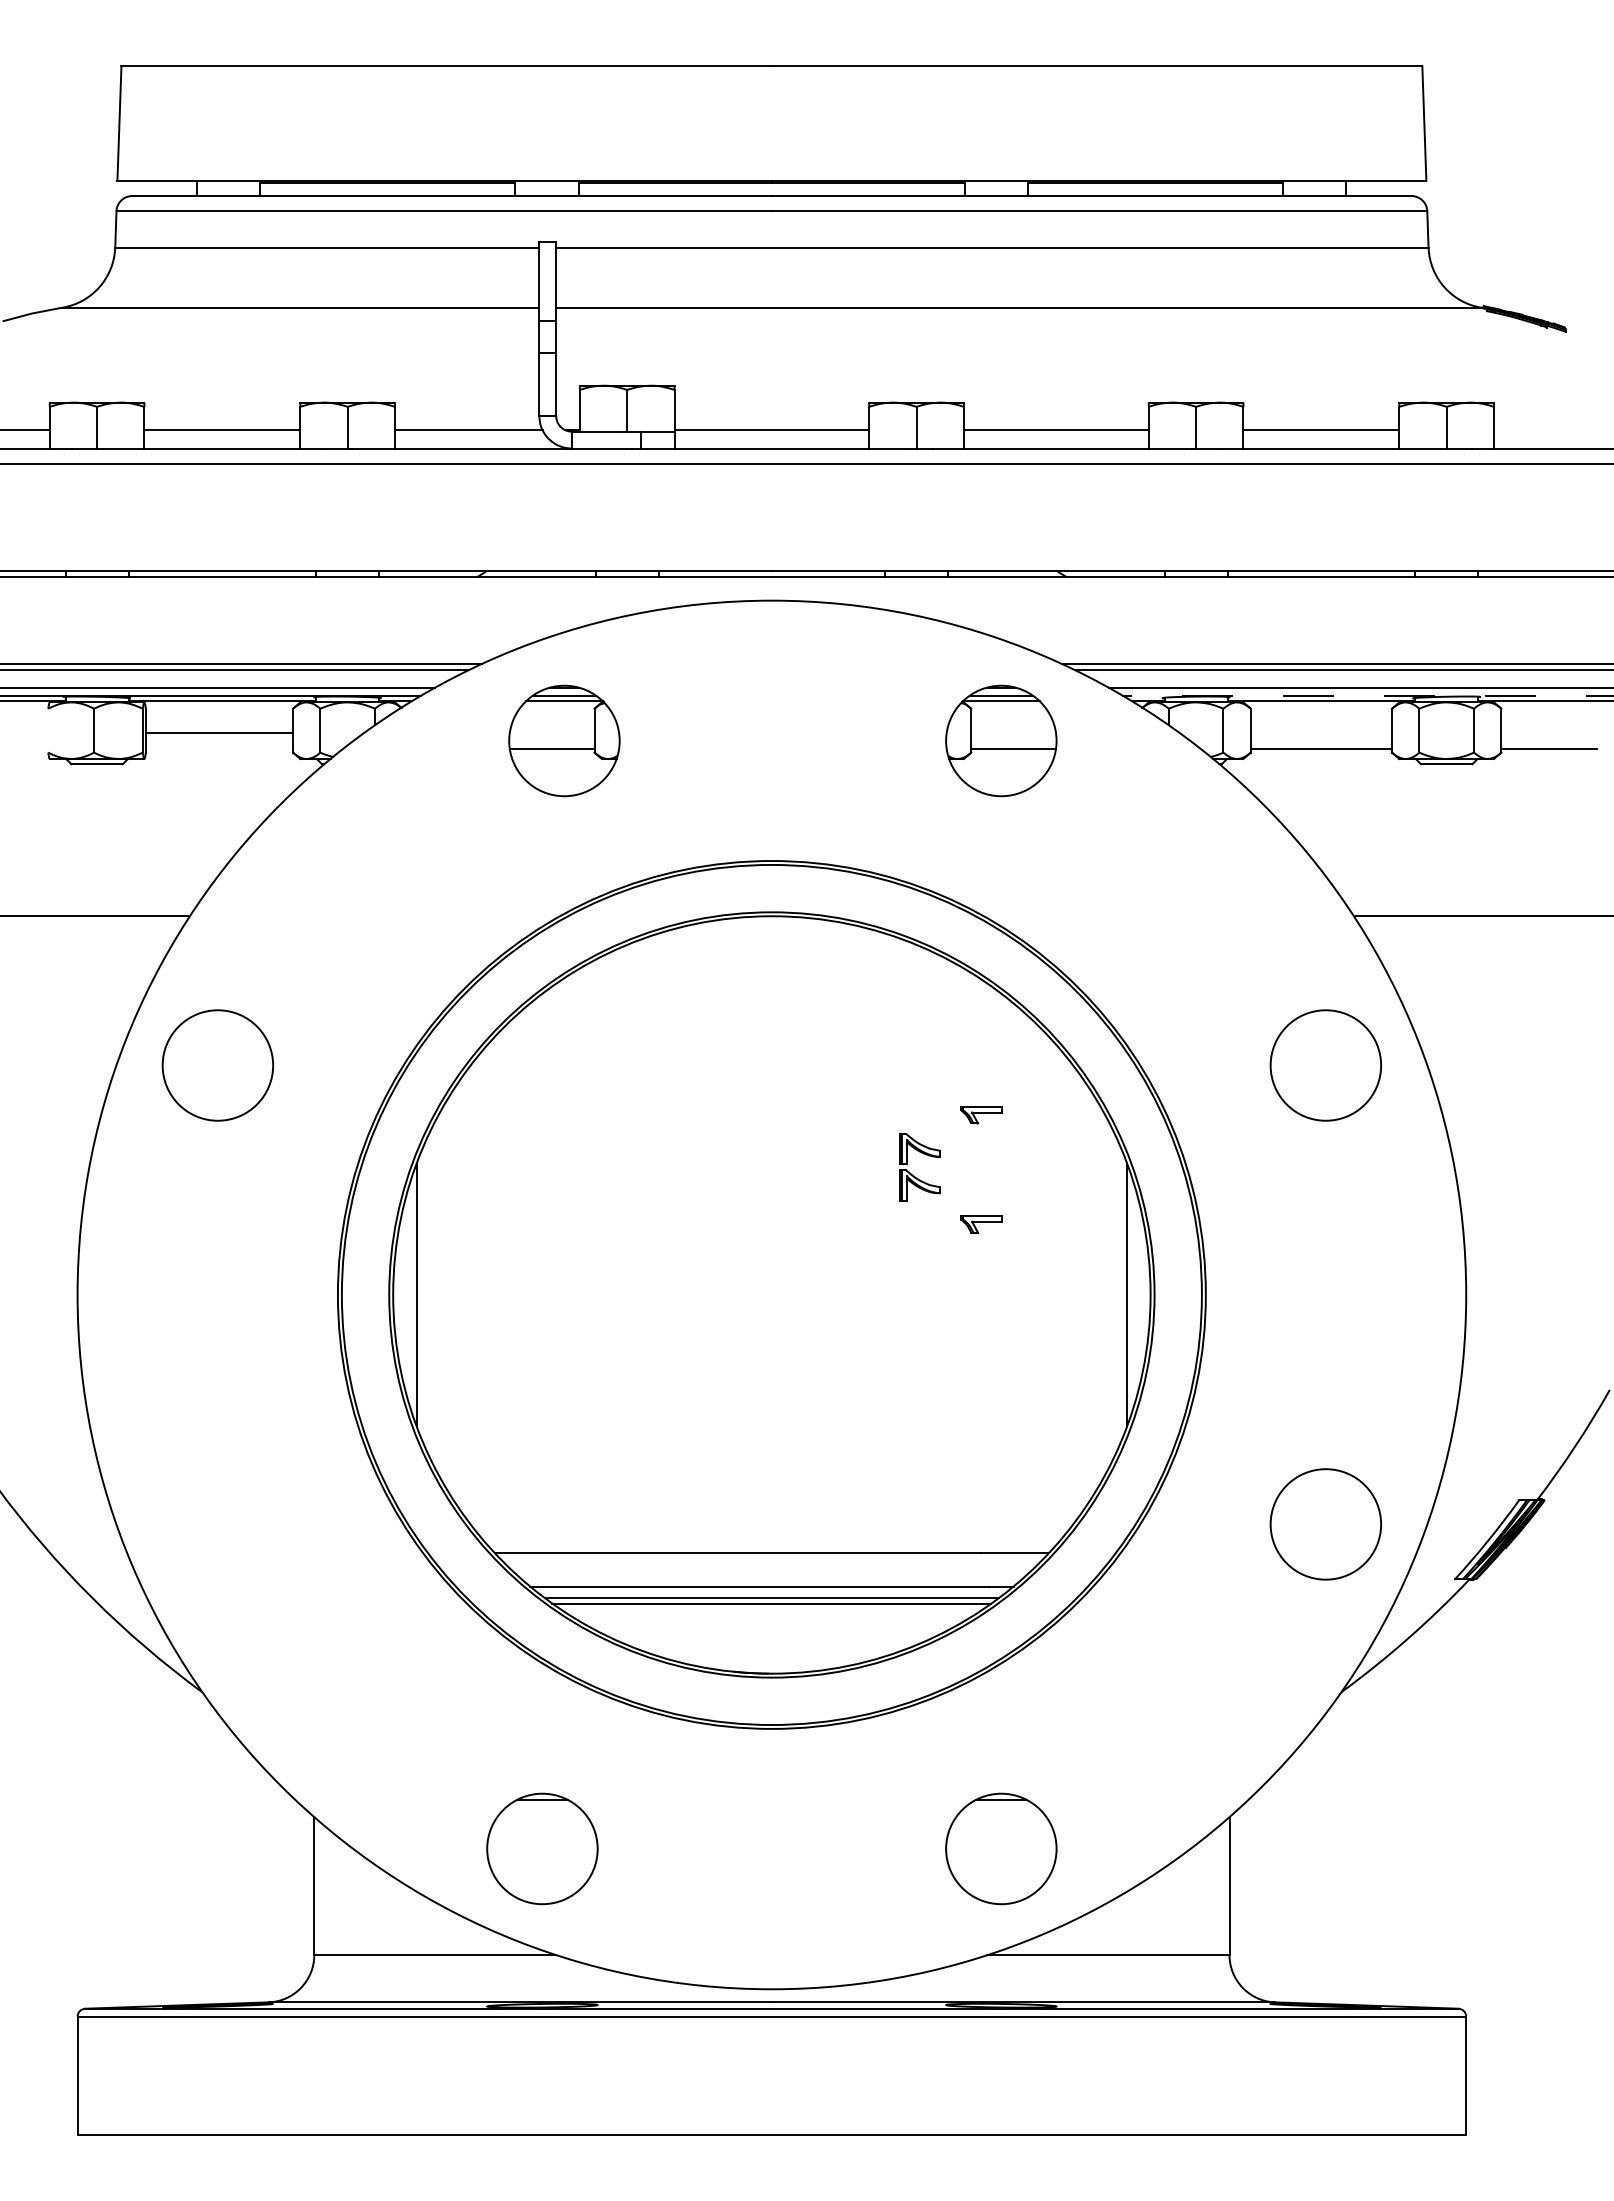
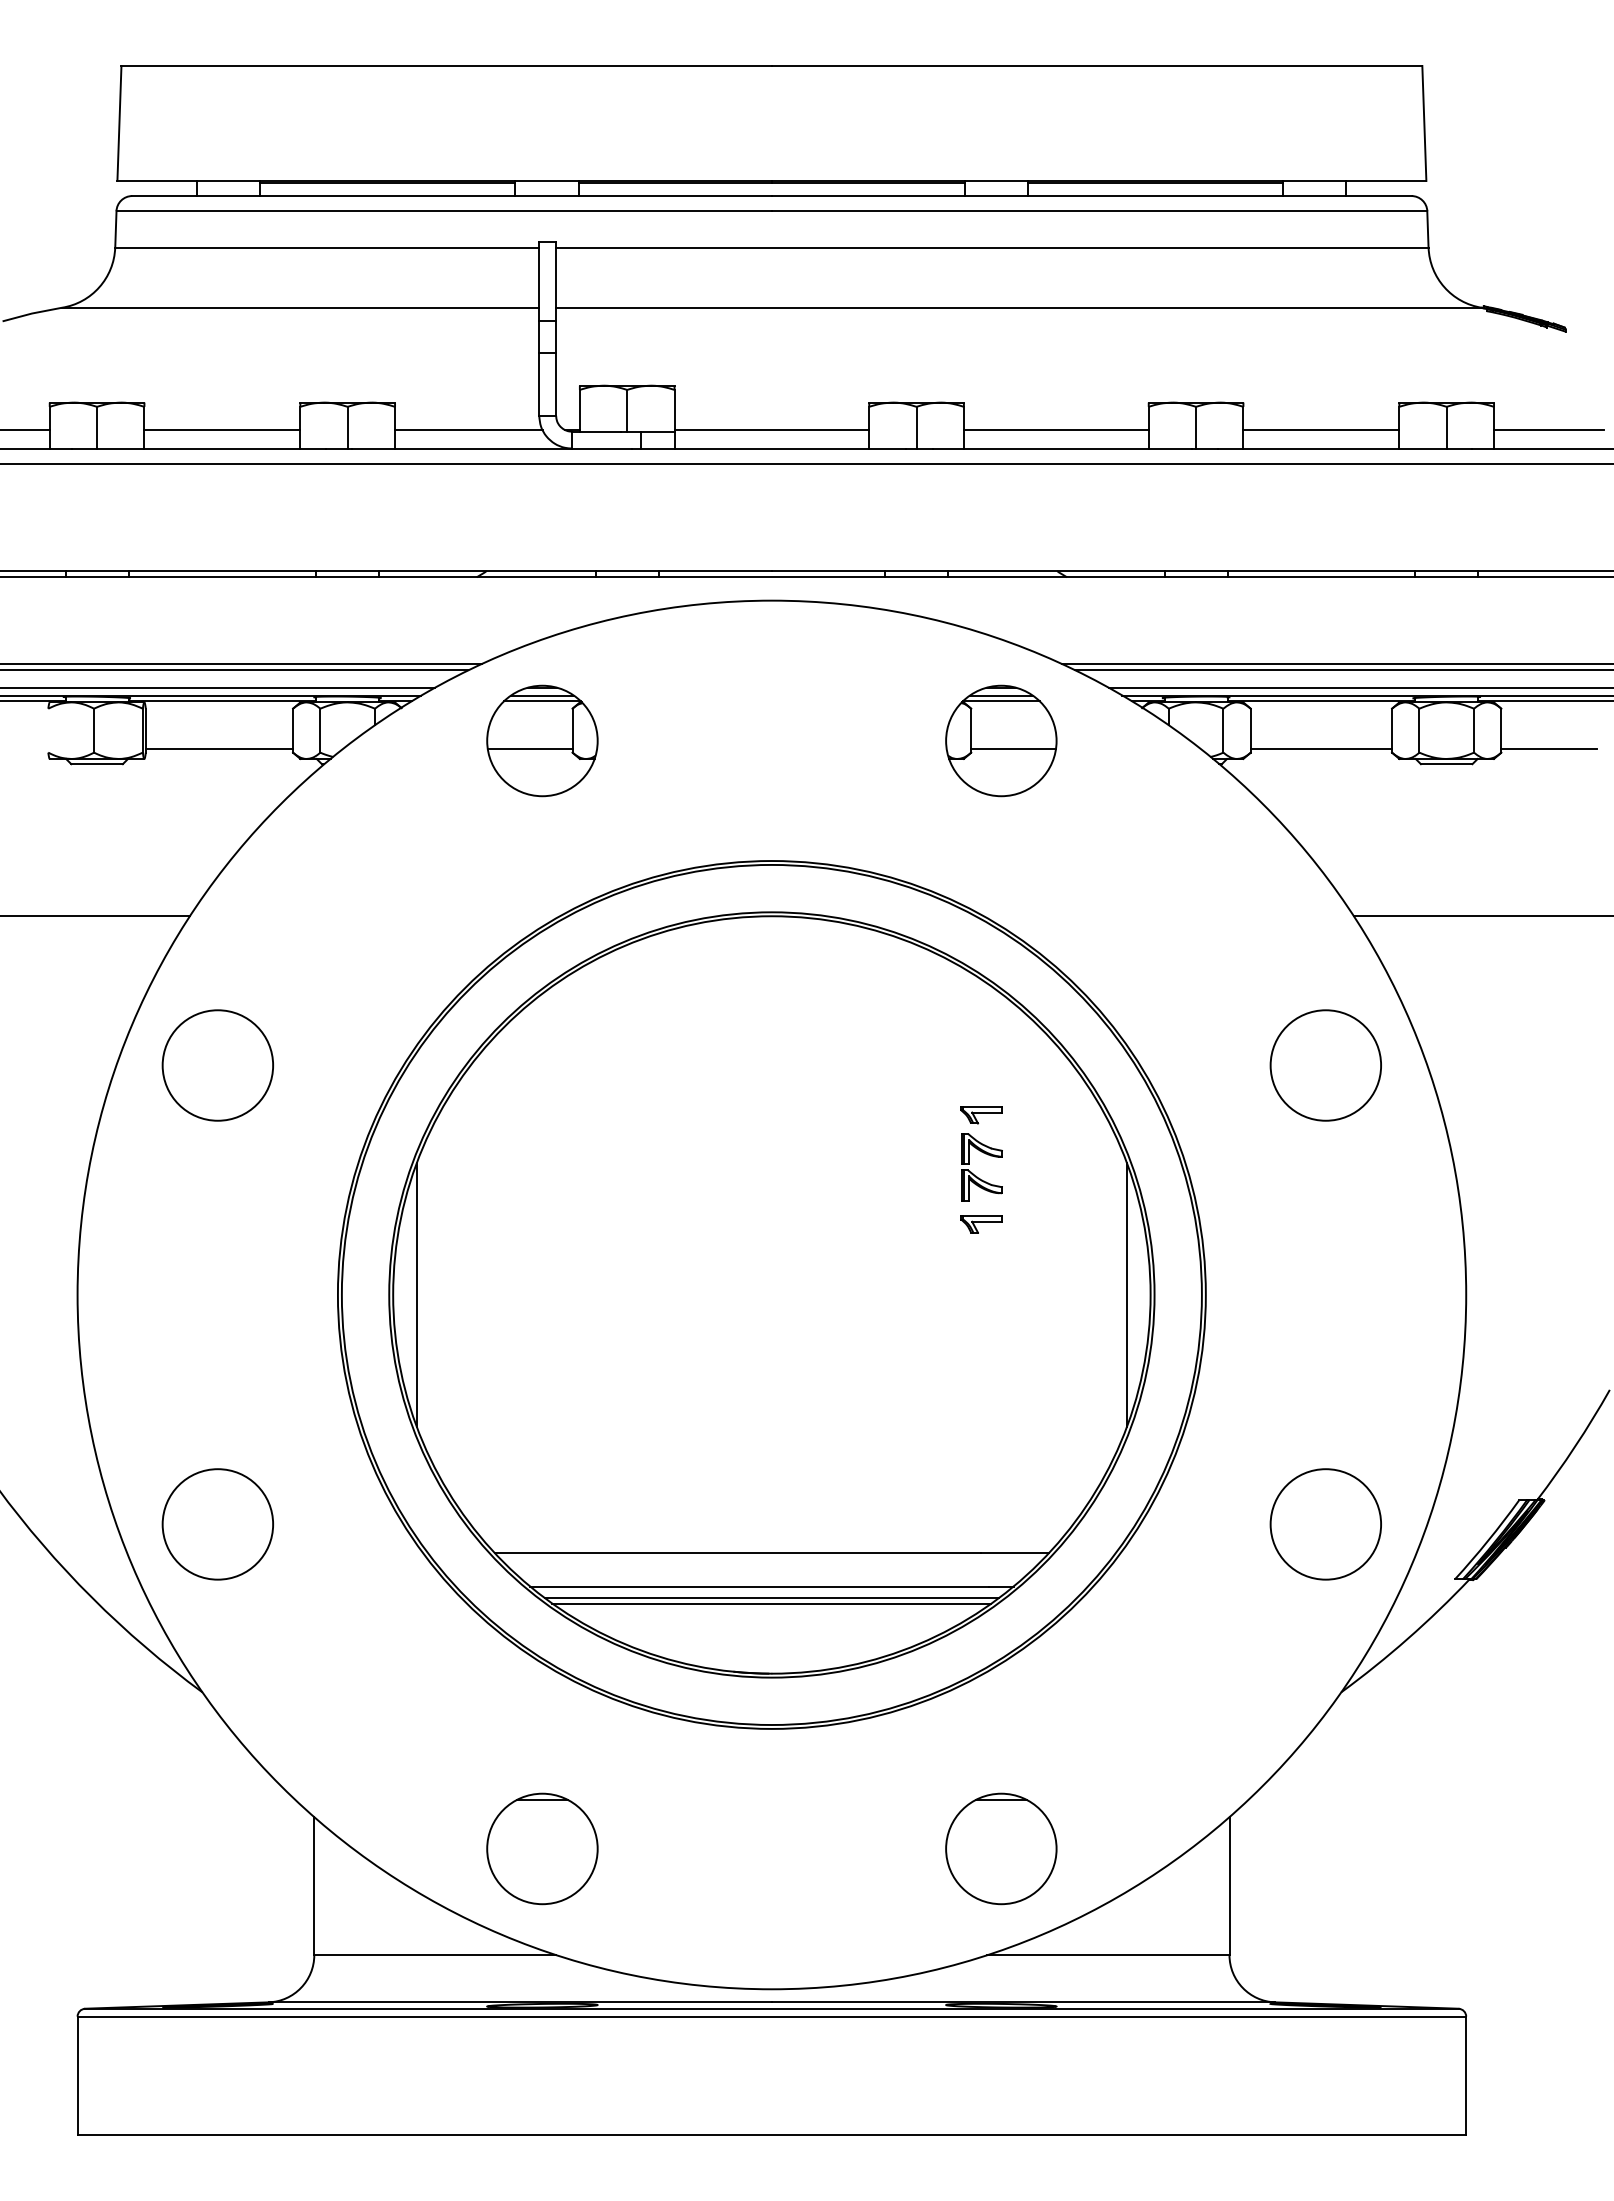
line at (1549, 430): none -> present
line at (1367, 695): dashed -> solid
line at (219, 732) position: (219, 732) -> (219, 748)
part at (564, 740) position: (564, 740) -> (542, 740)
part at (914, 1175) position: (914, 1175) -> (976, 1175)
circle at (217, 1524): none -> present
